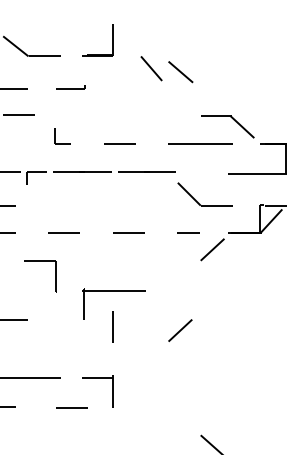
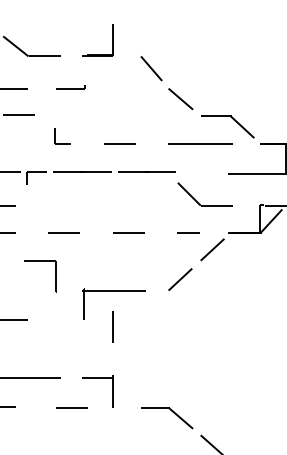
line at (180, 72) position: (180, 72) -> (180, 99)
line at (180, 330) position: (180, 330) -> (180, 279)
part at (172, 412): none -> present
